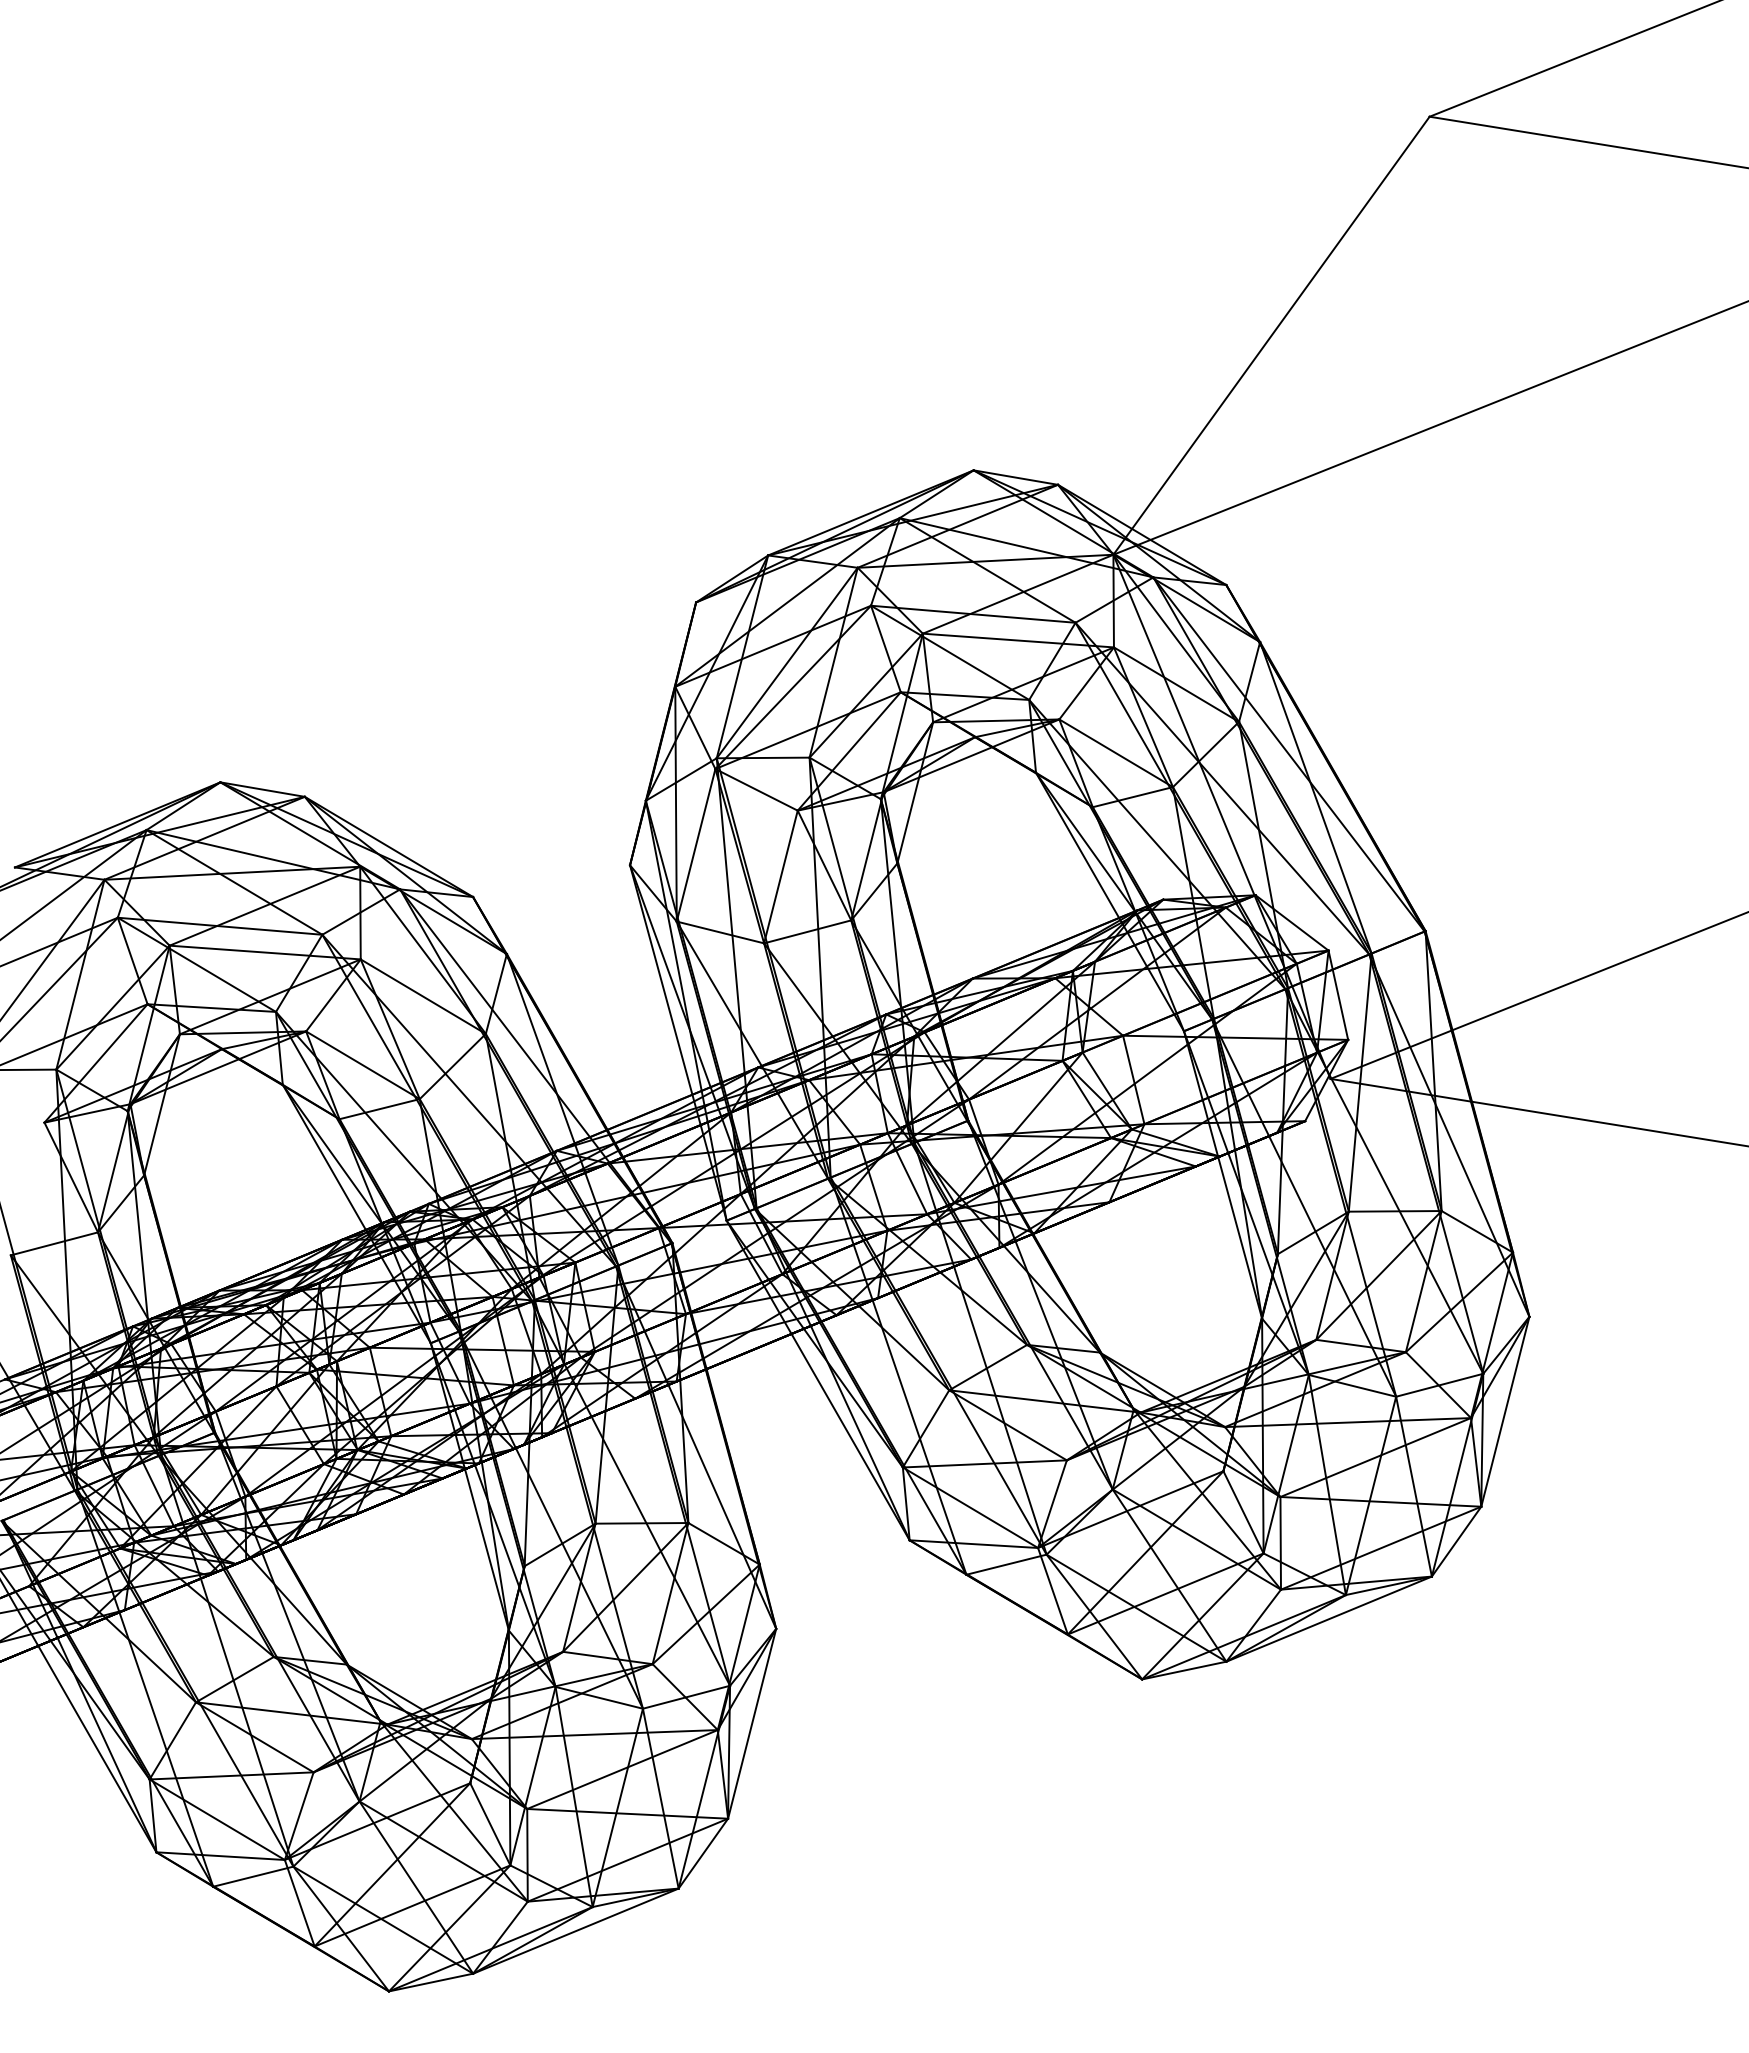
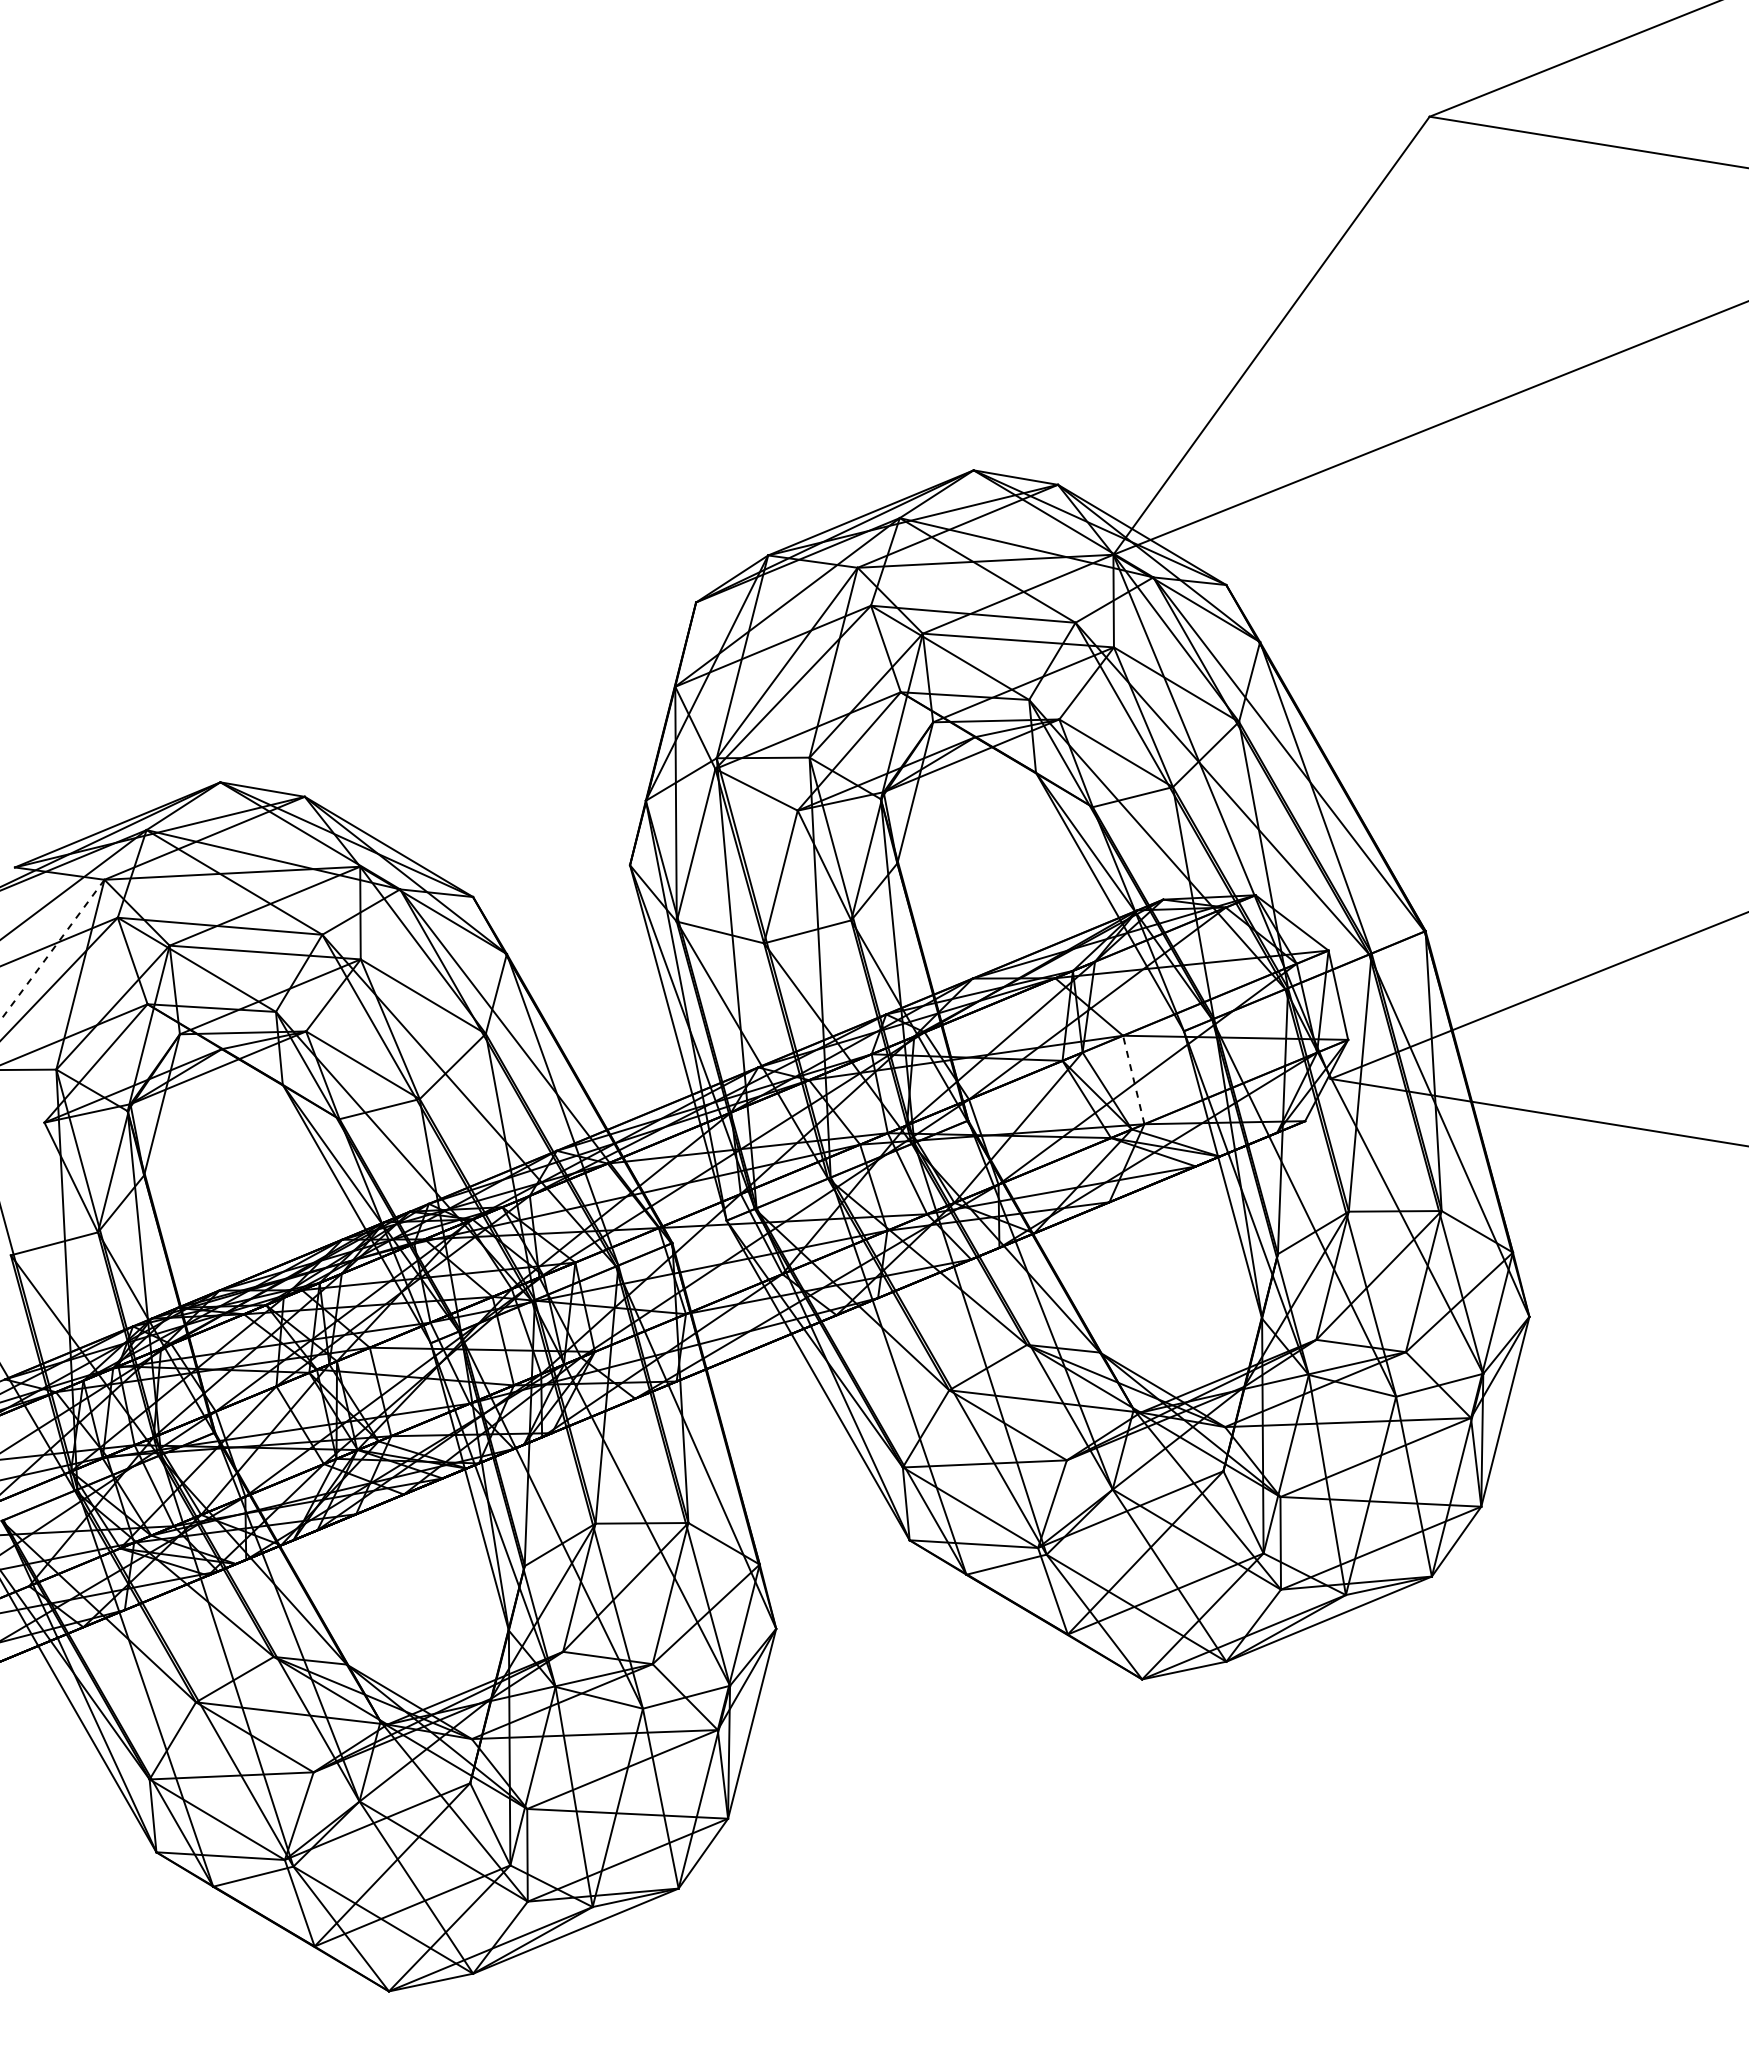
line at (52, 950): solid -> dashed
line at (1133, 1079): solid -> dashed
